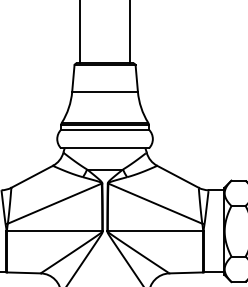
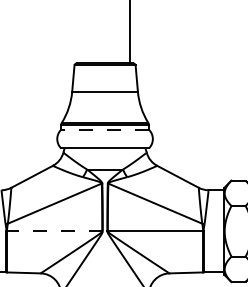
line at (80, 32): present -> none
line at (105, 129): solid -> dashed
line at (54, 231): solid -> dashed
